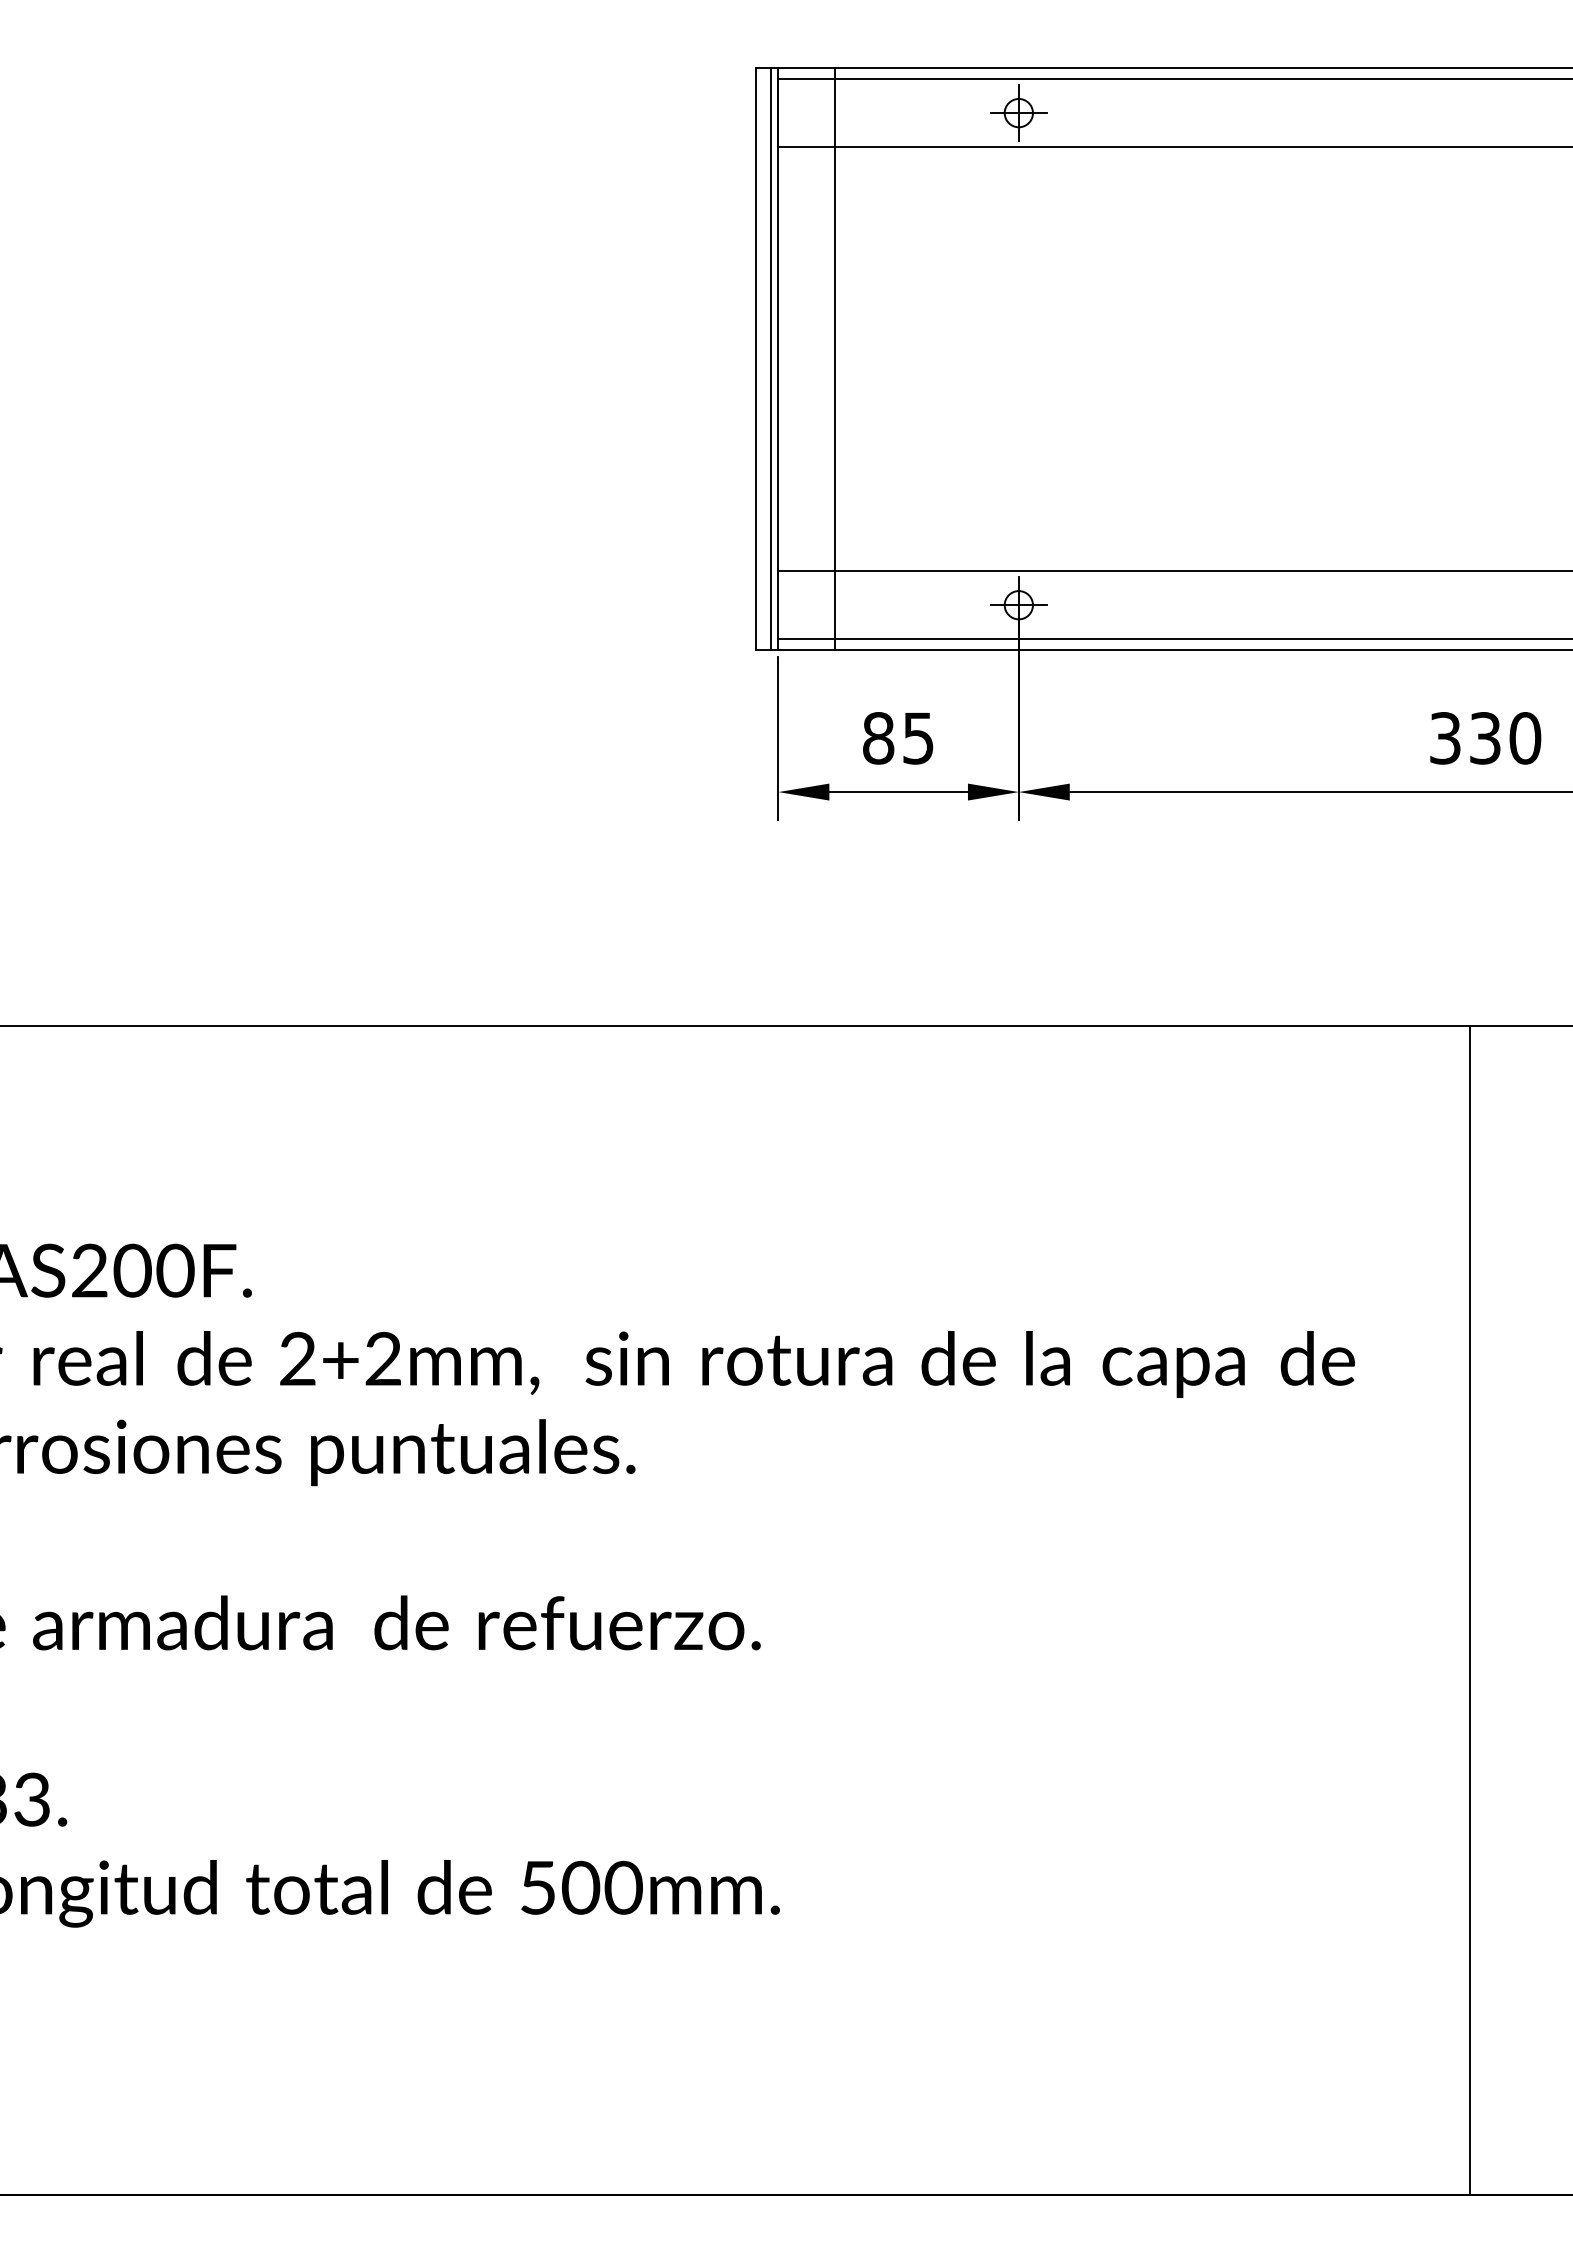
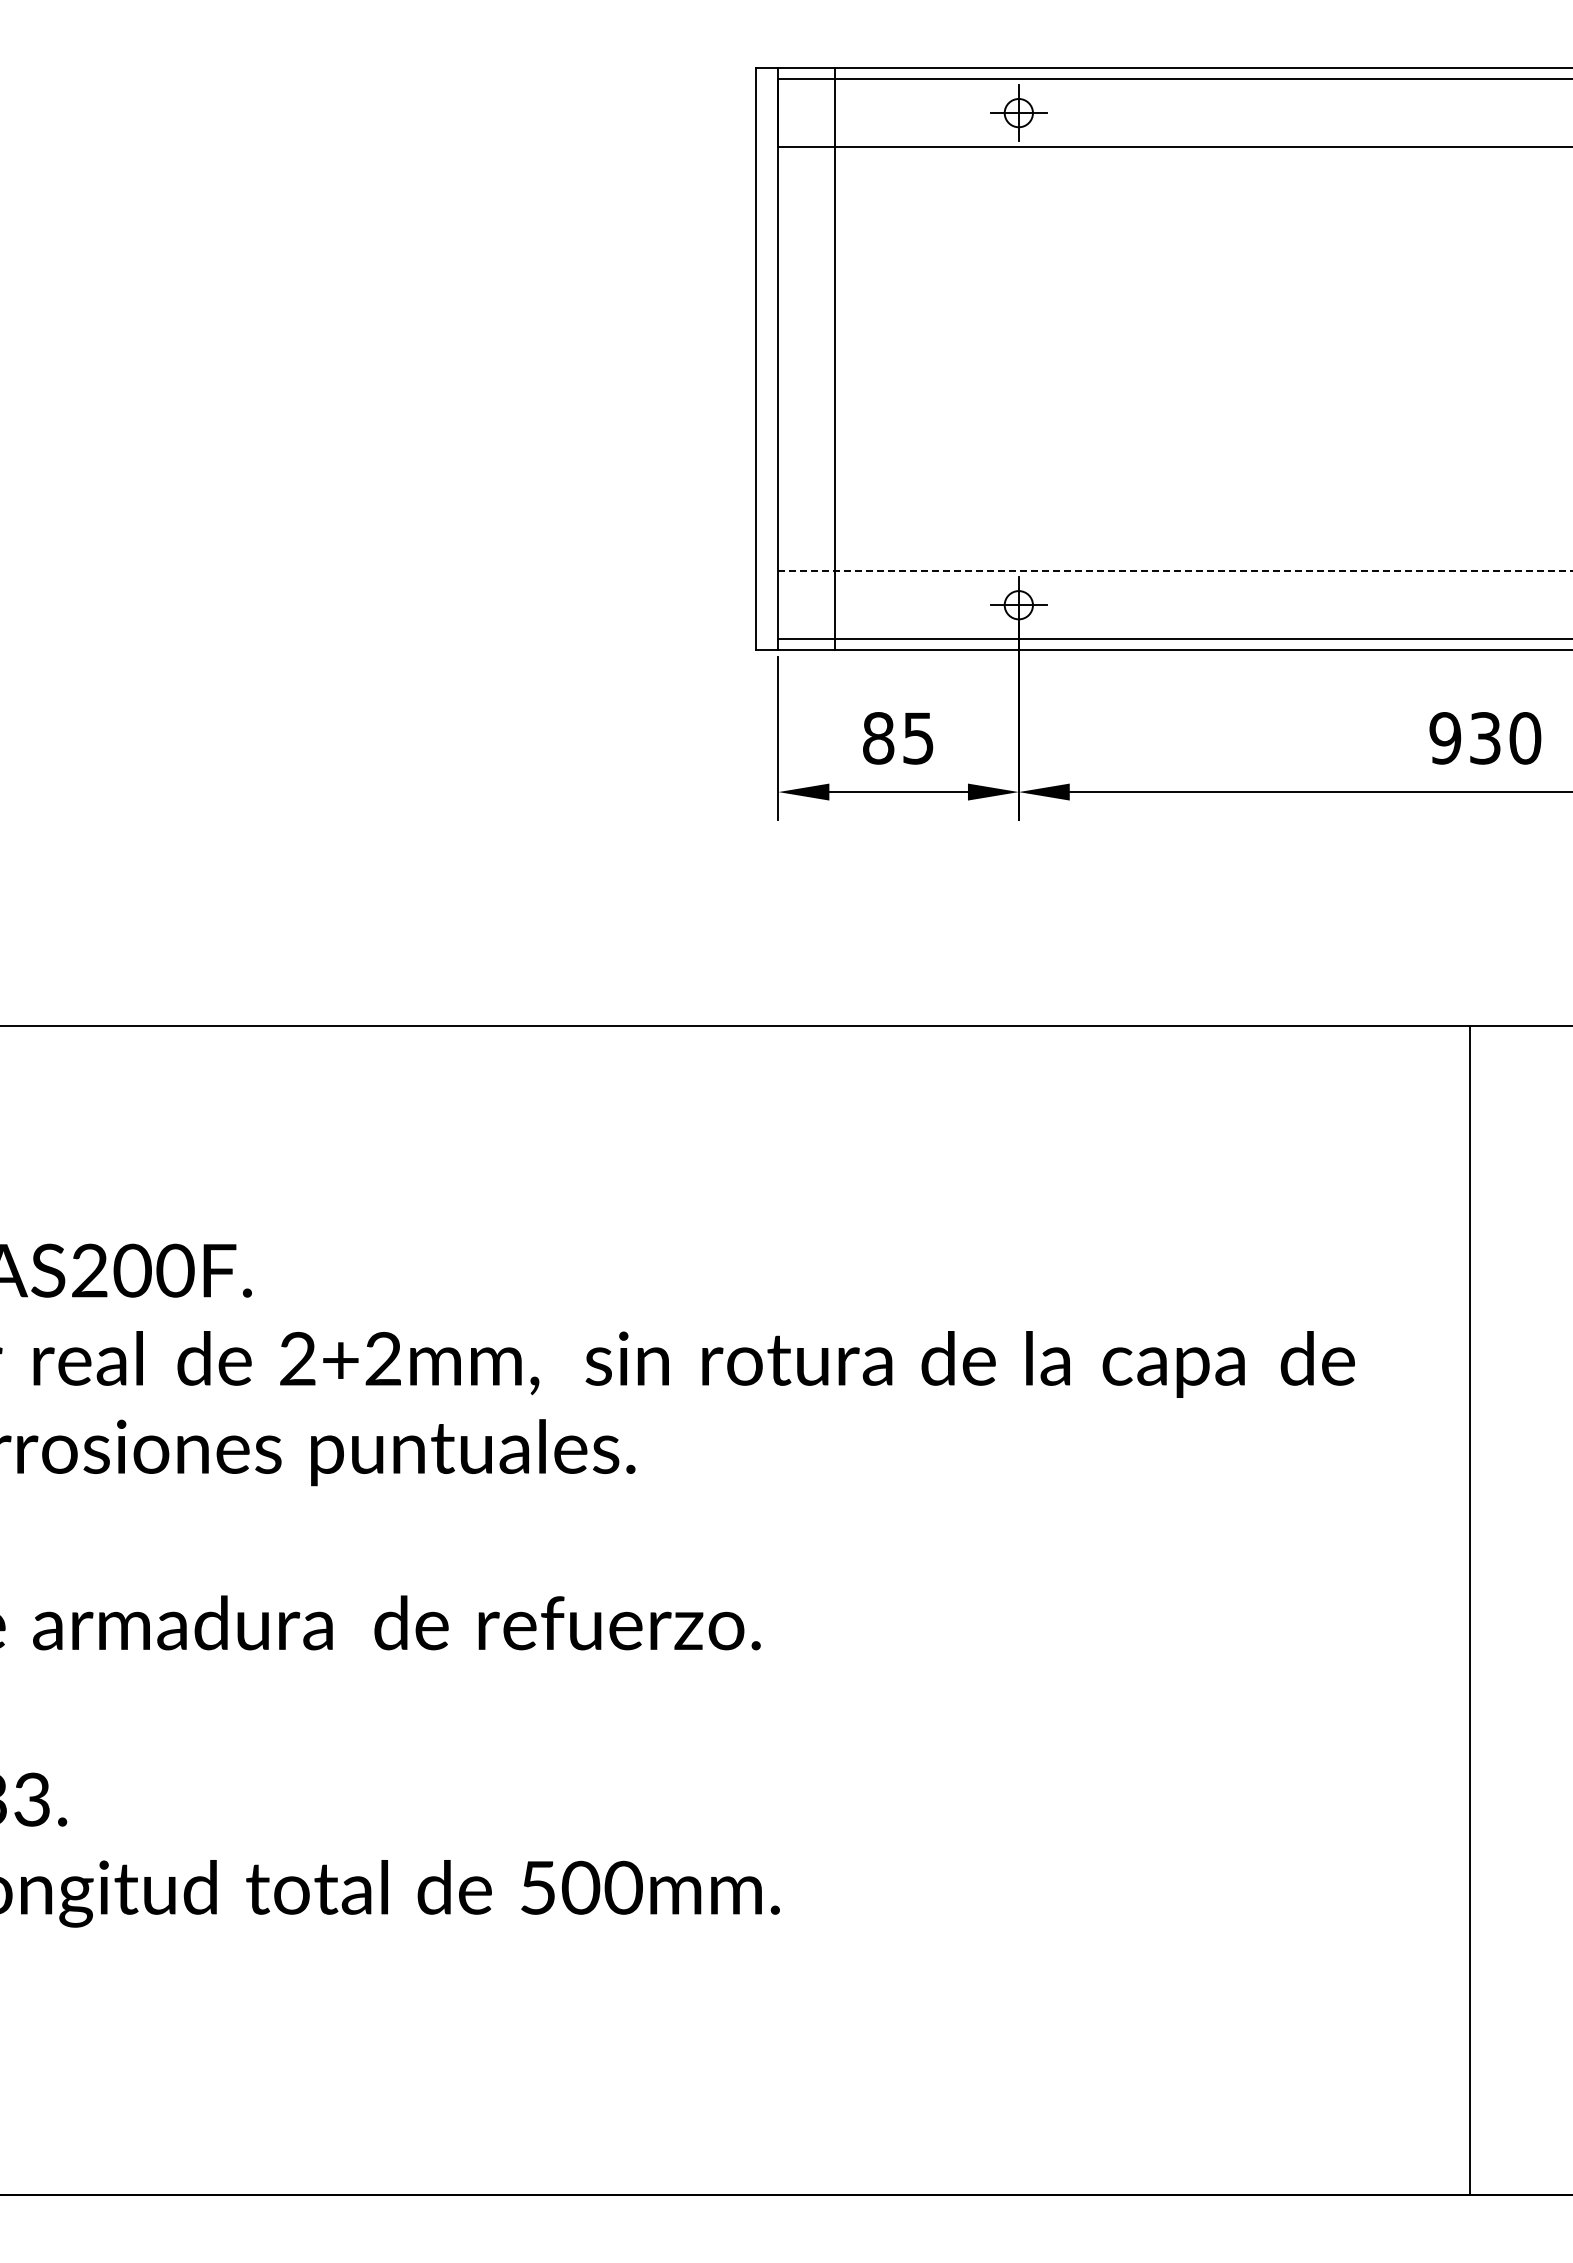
line at (771, 358): present -> none
line at (1175, 571): solid -> dashed
text at (1445, 738): 330 -> 930
